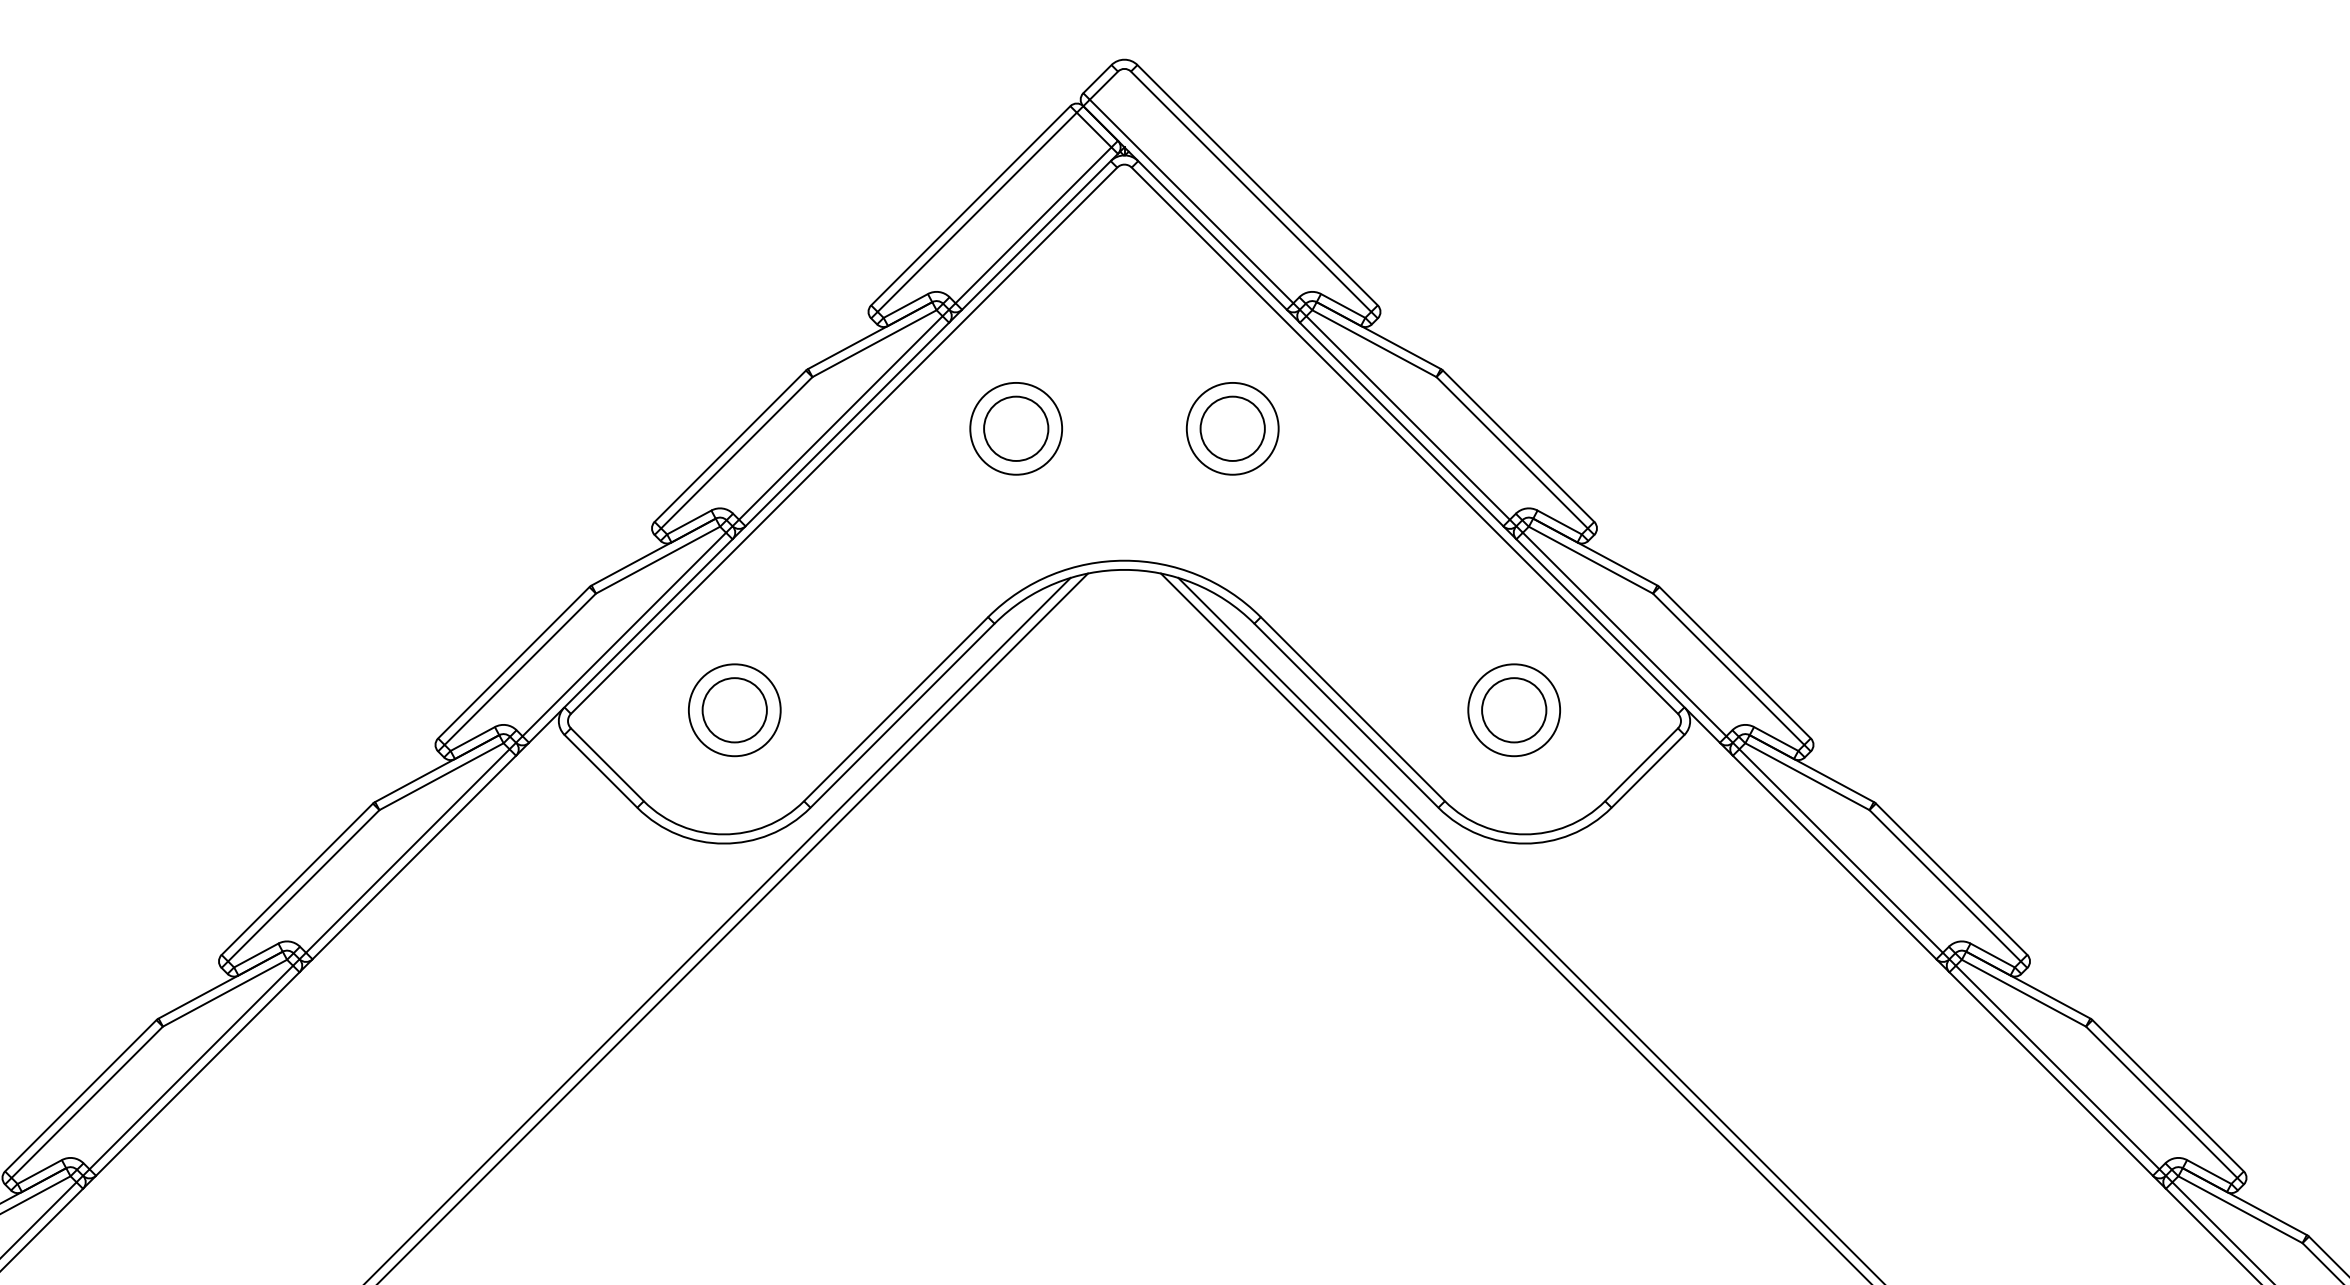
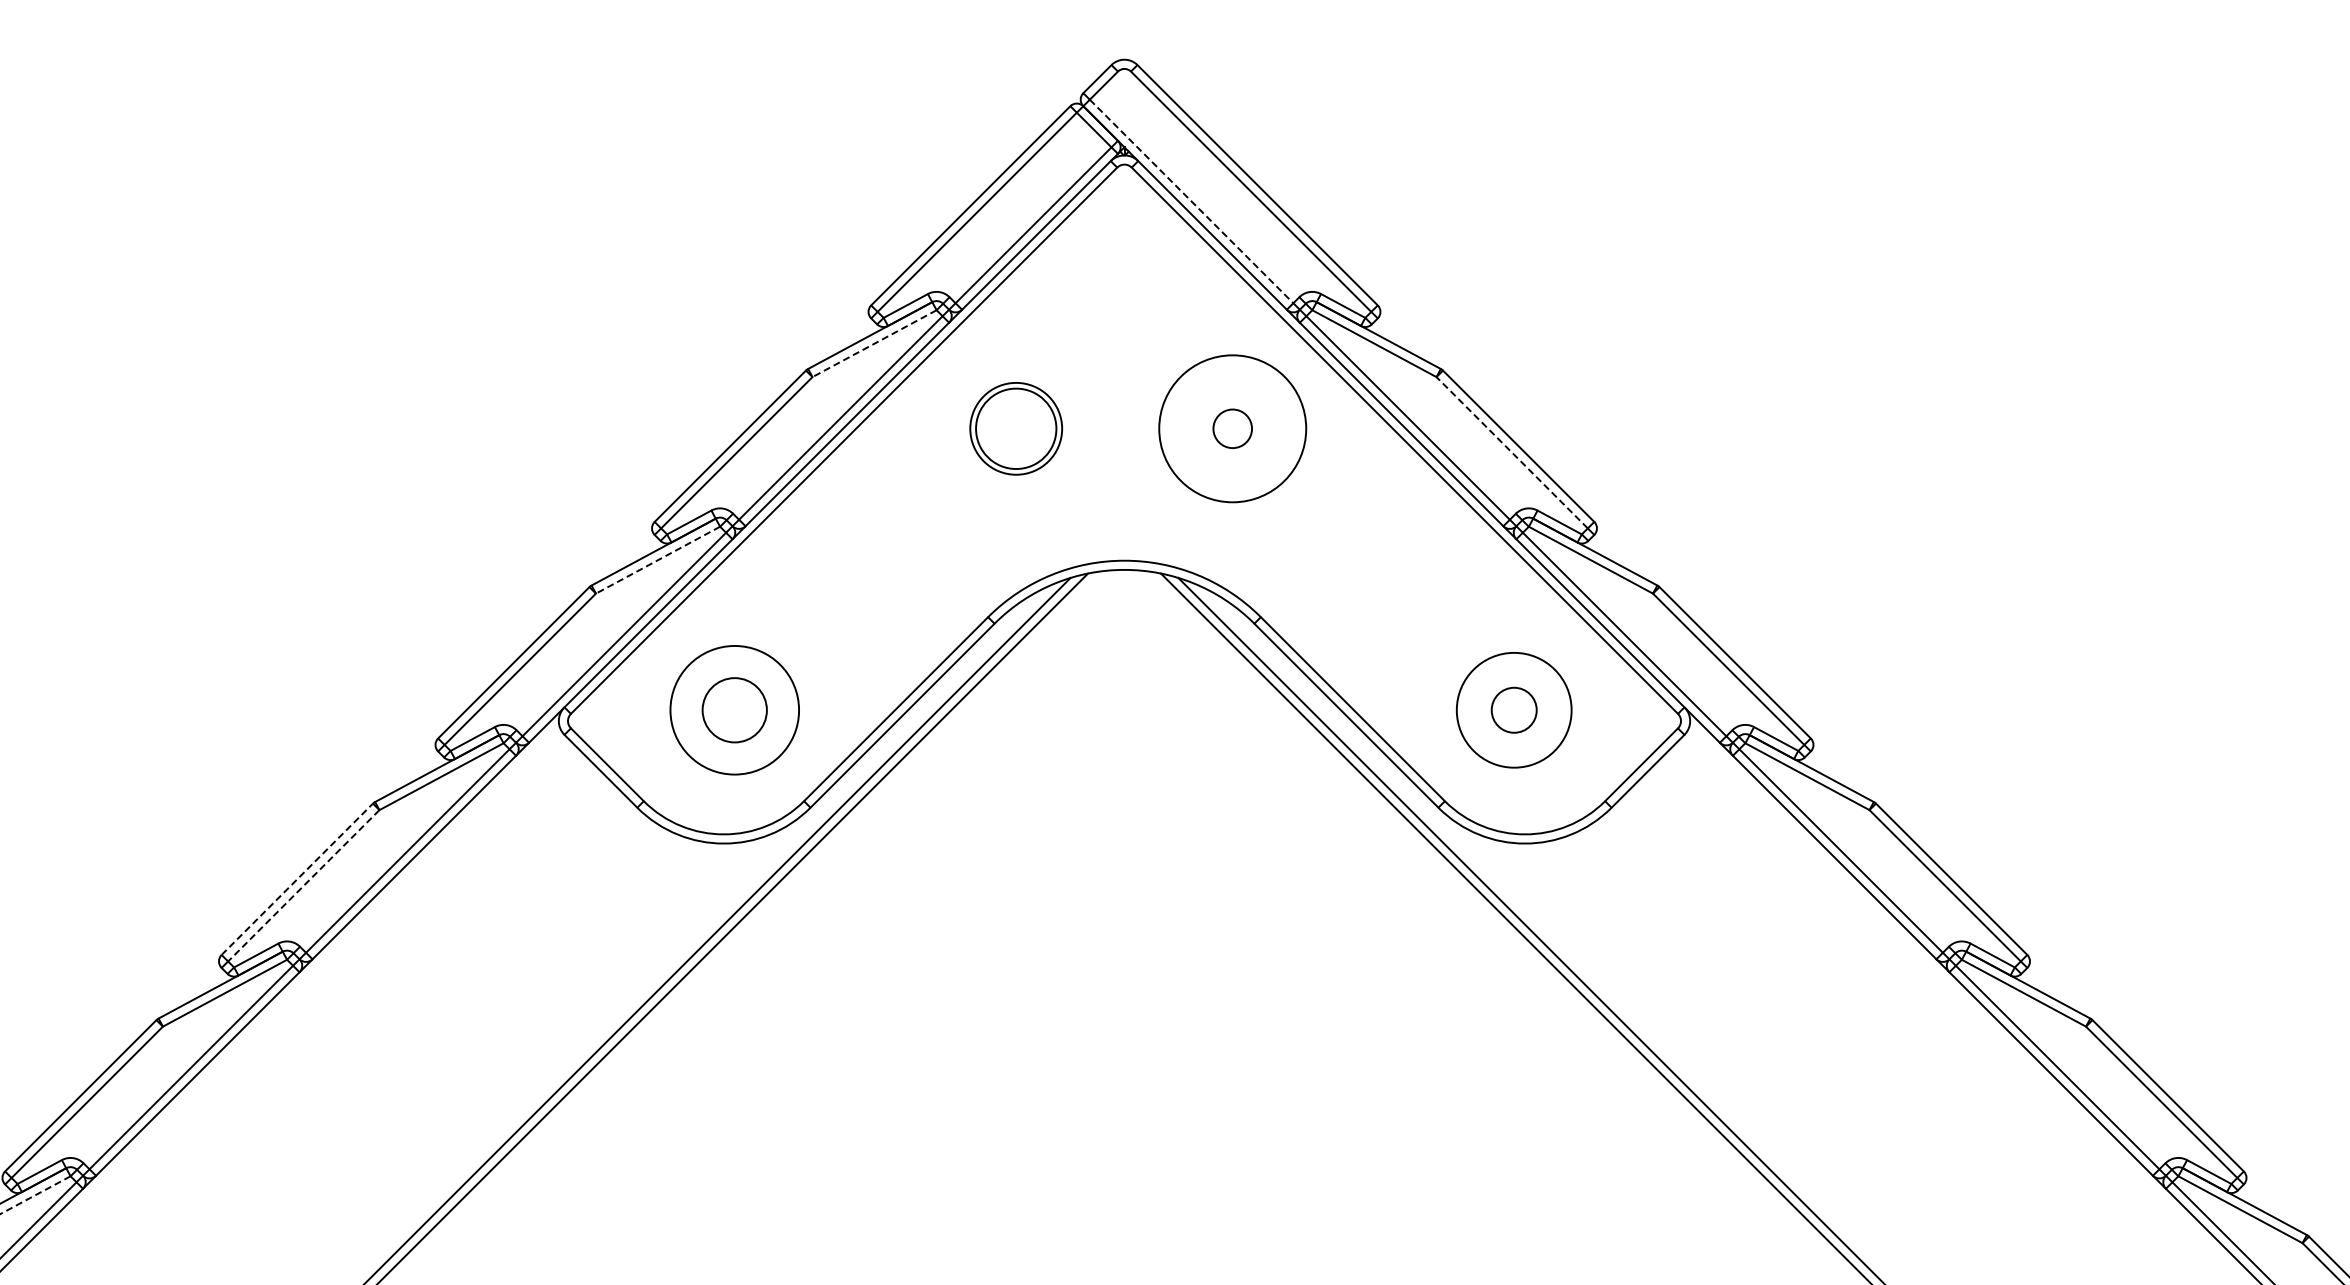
line at (1191, 201): solid -> dashed
line at (874, 343): solid -> dashed
circle at (1016, 428) diameter: 64 px -> 80 px
circle at (1232, 428) diameter: 64 px -> 39 px
circle at (1232, 428) diameter: 92 px -> 147 px
line at (1512, 452): solid -> dashed
line at (657, 560): solid -> dashed
circle at (734, 710) diameter: 92 px -> 129 px
circle at (1514, 710) diameter: 64 px -> 45 px
circle at (1514, 710) diameter: 92 px -> 115 px
line at (297, 879): solid -> dashed
line at (303, 885): solid -> dashed
line at (35, 1195): solid -> dashed
